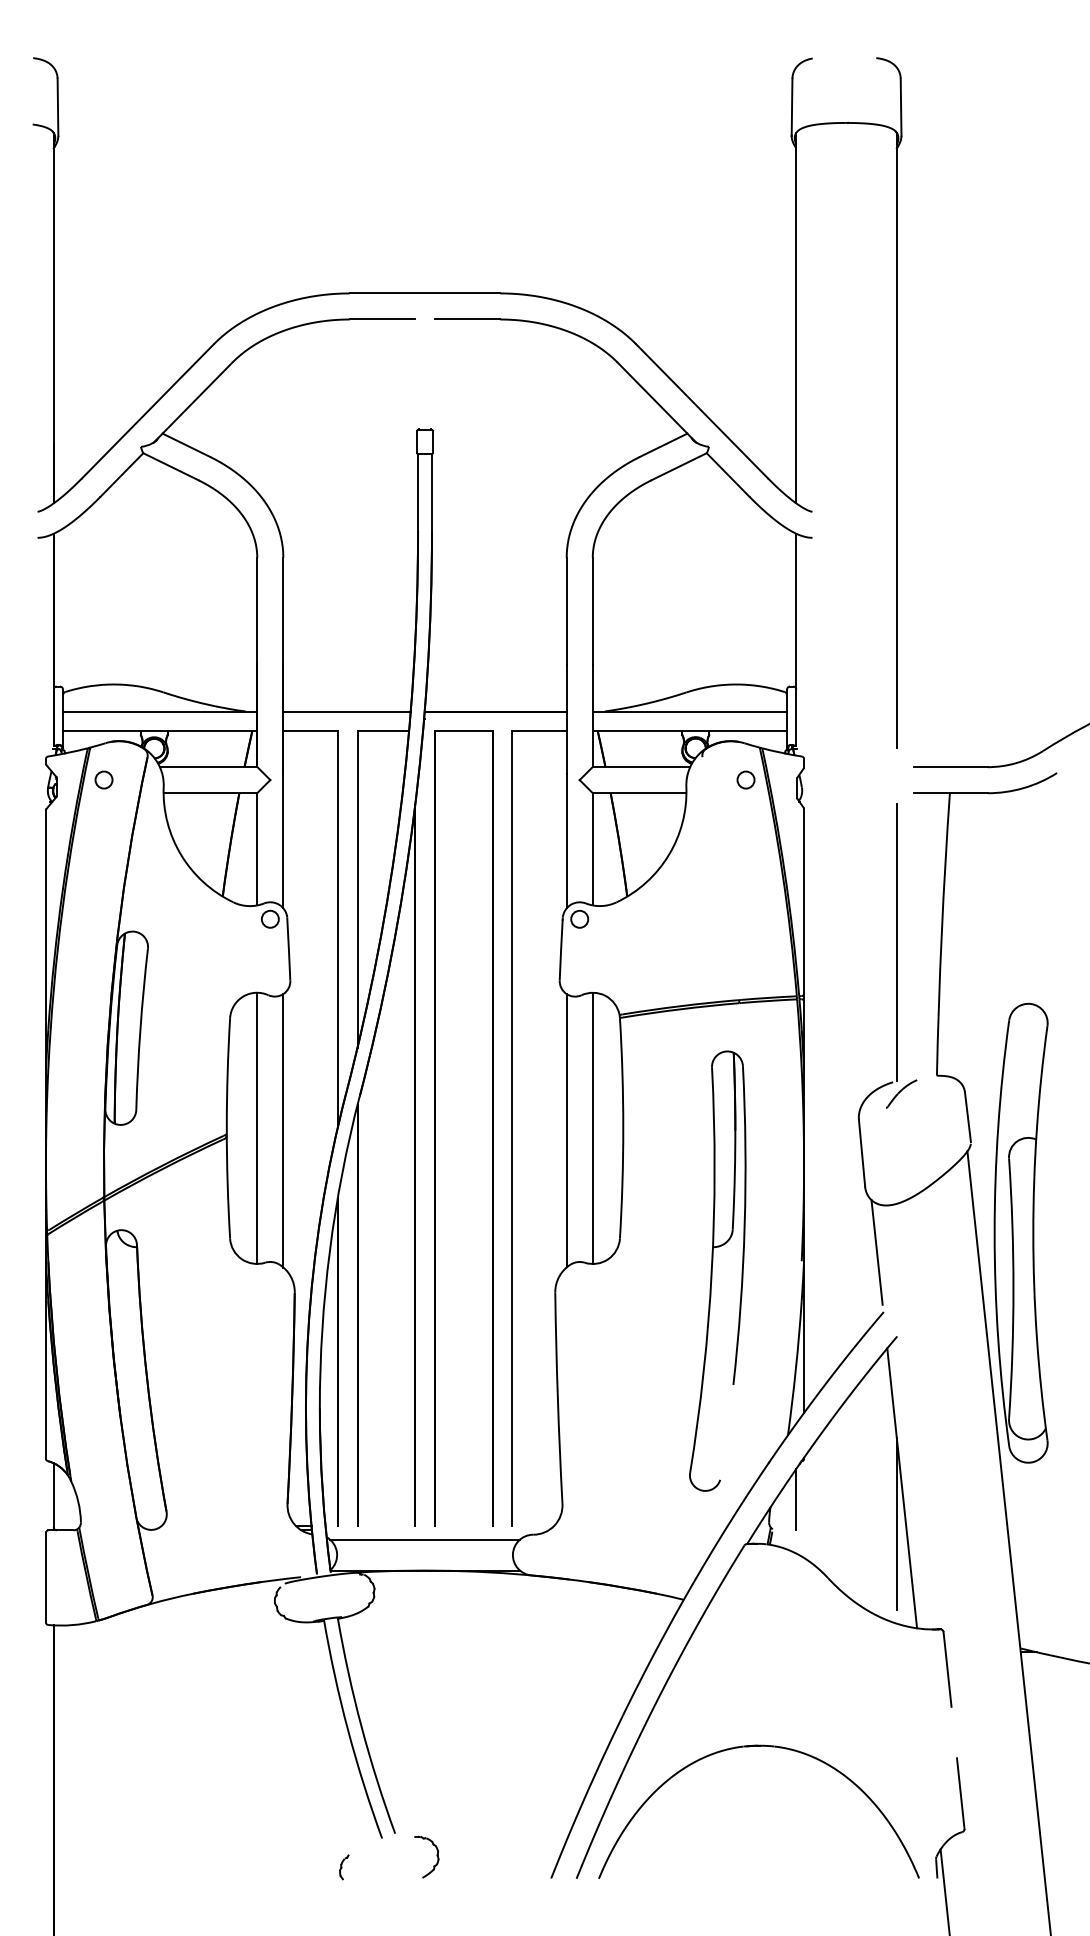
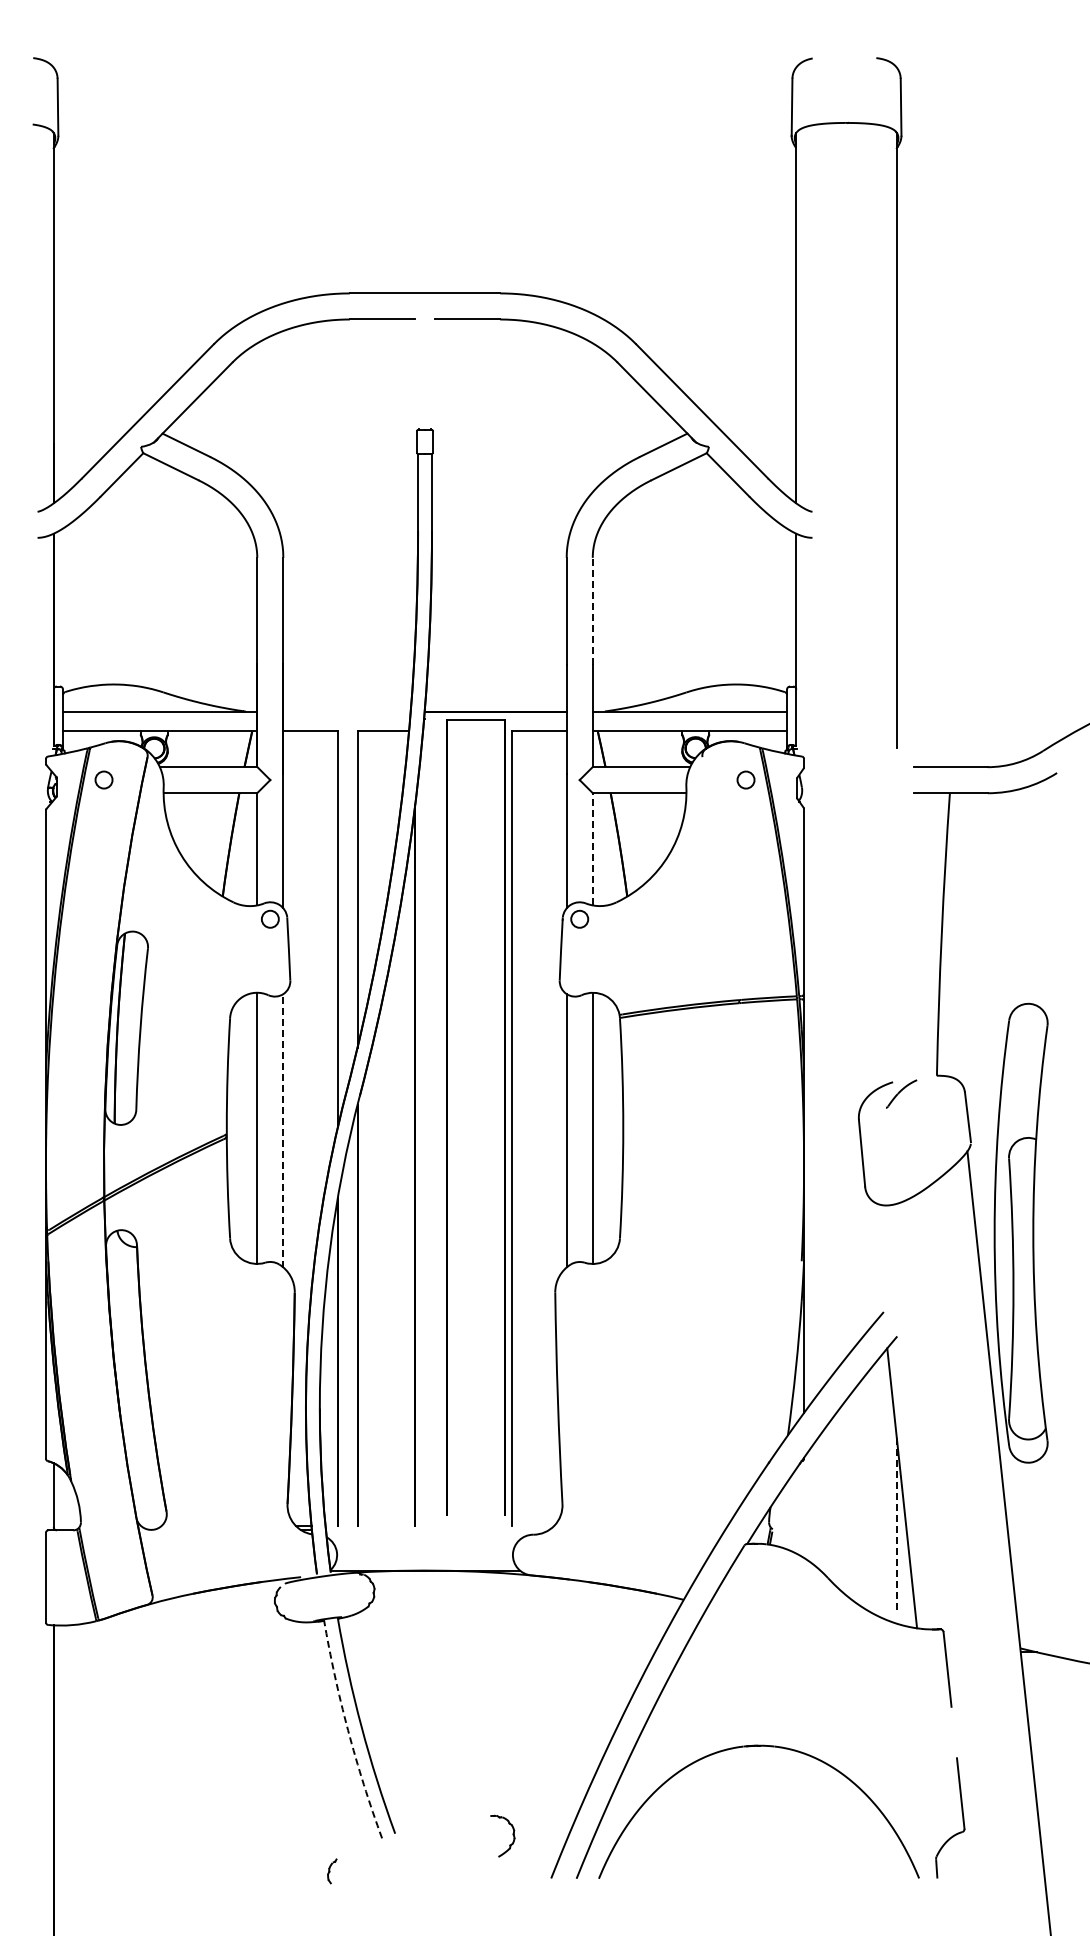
line at (592, 610): solid -> dashed
line at (346, 711): present -> none
line at (592, 848): solid -> dashed
line at (896, 942): present -> none
part at (435, 1128) position: (435, 1128) -> (447, 1117)
line at (283, 1130): solid -> dashed
line at (876, 1252): present -> none
part at (717, 1270): present -> none
line at (796, 1499): present -> none
line at (896, 1524): solid -> dashed
line at (425, 1539): present -> none
arc at (348, 1730): solid -> dashed
part at (436, 1856) position: (436, 1856) -> (512, 1835)
part at (344, 1867) position: (344, 1867) -> (332, 1871)
line at (944, 1890): present -> none
